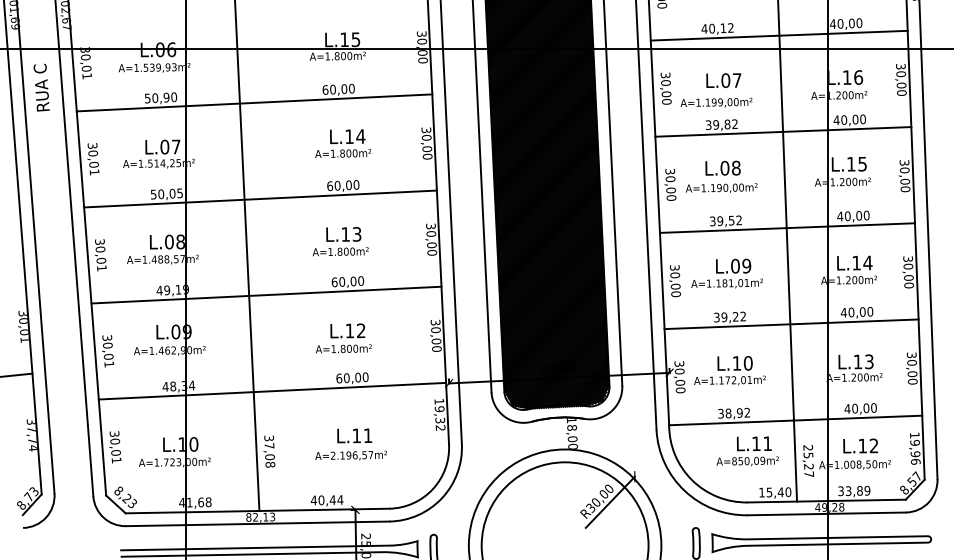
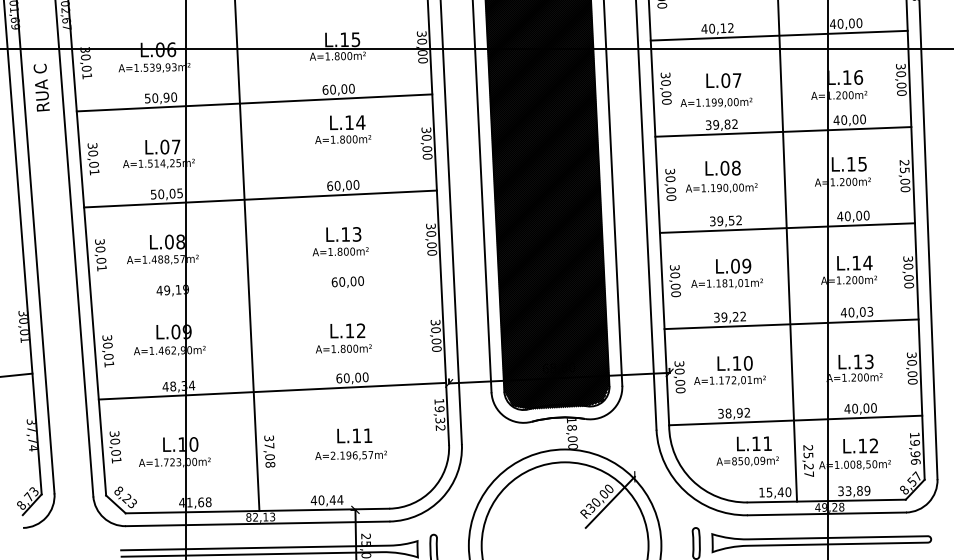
text at (343, 143) position: (343, 143) -> (343, 129)
text at (904, 166): 30,00 -> 25,00
line at (266, 294): present -> none
text at (870, 311): 40,00 -> 40,03
